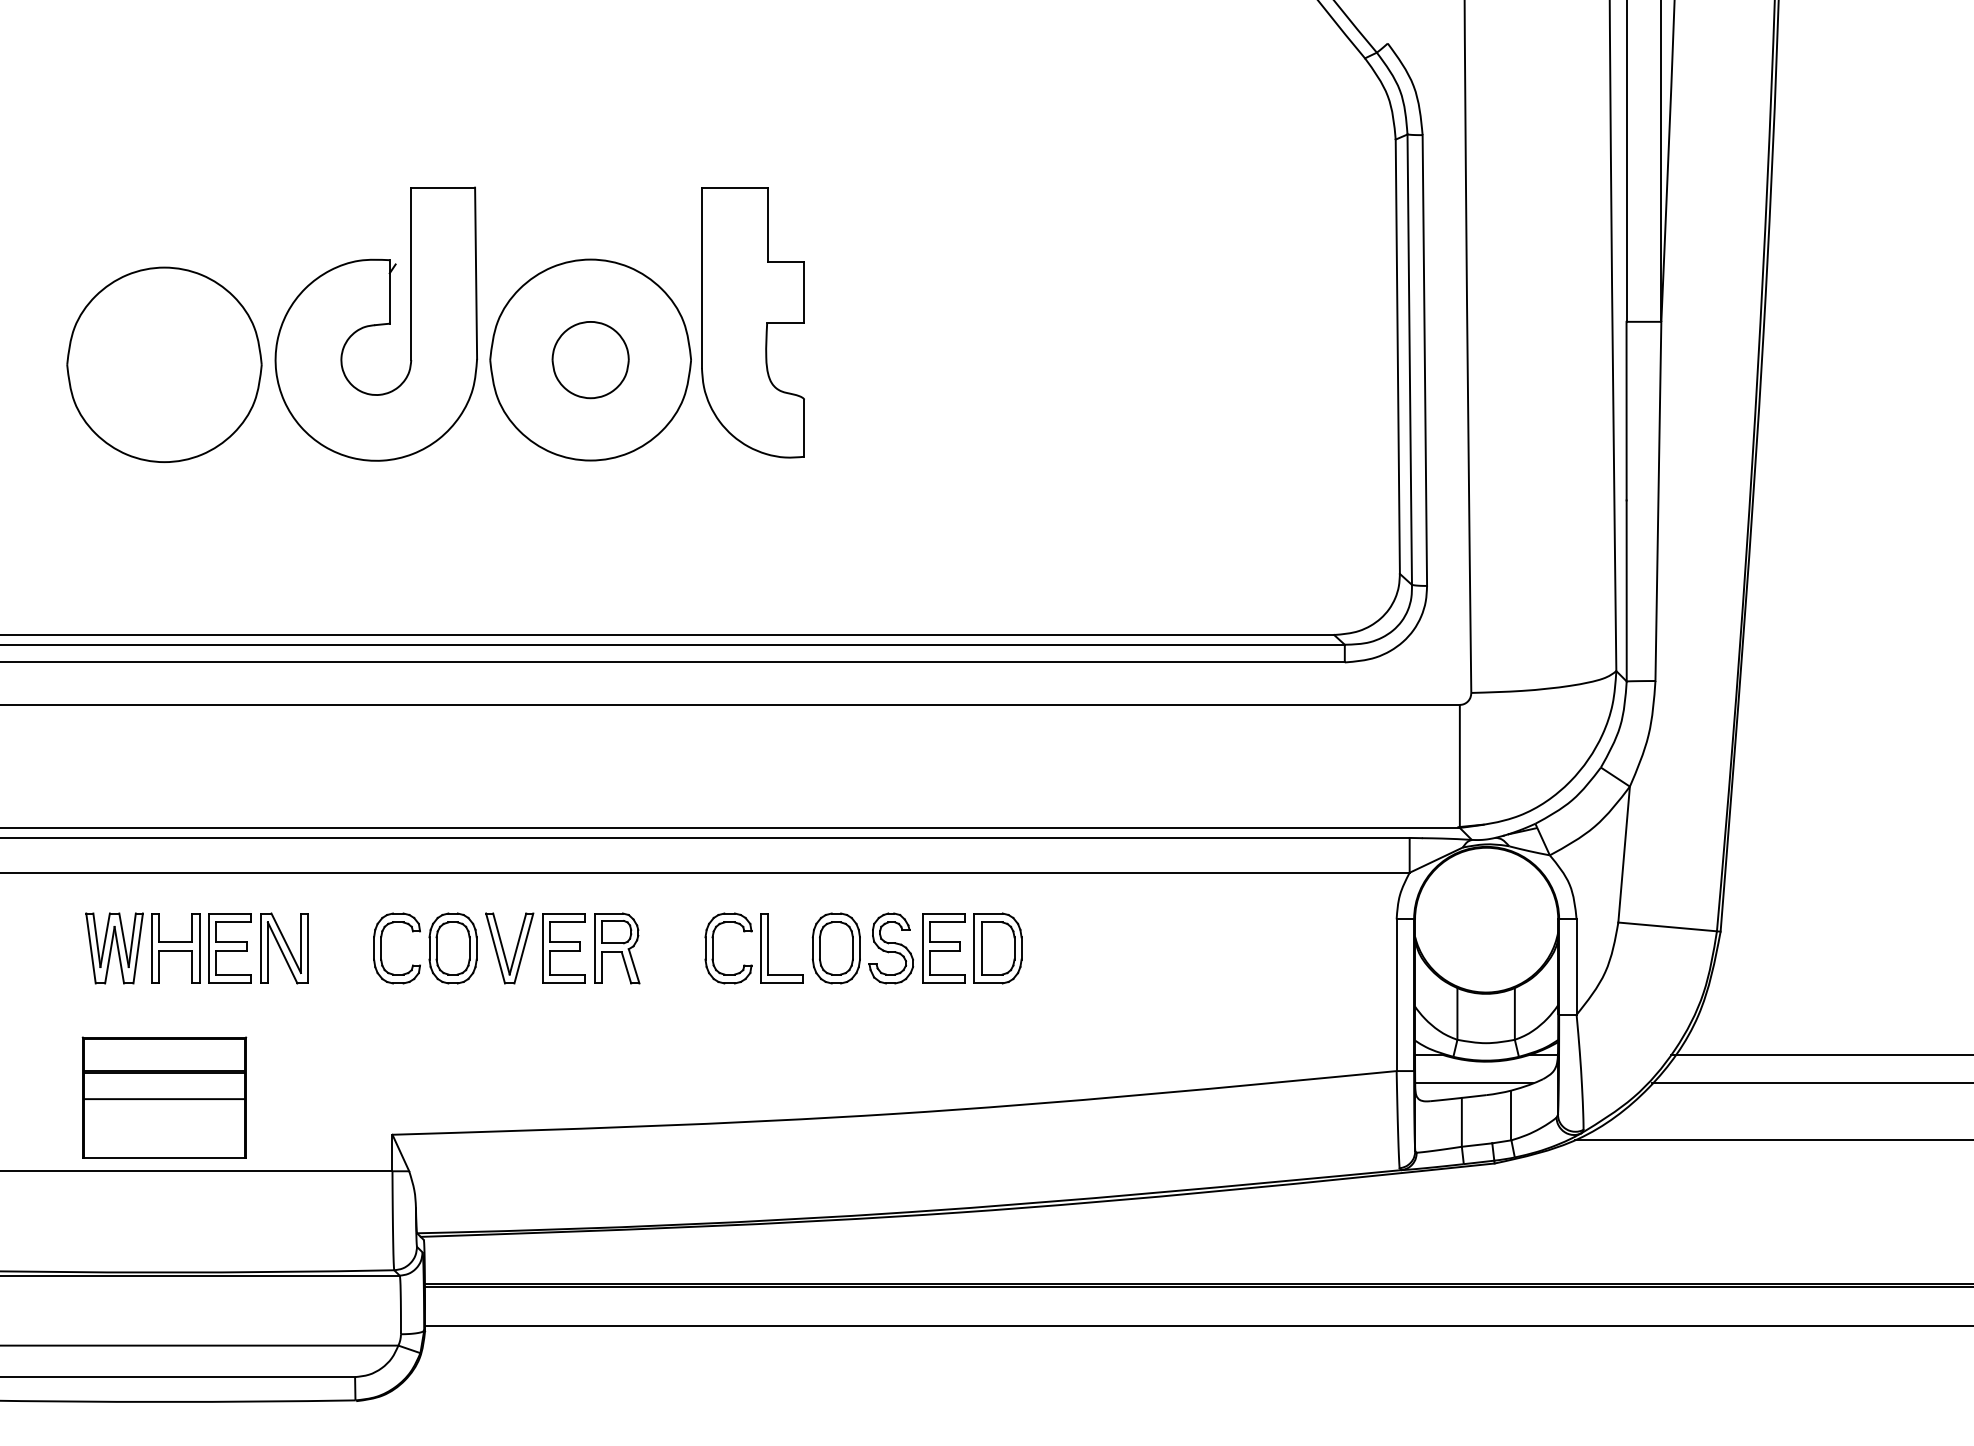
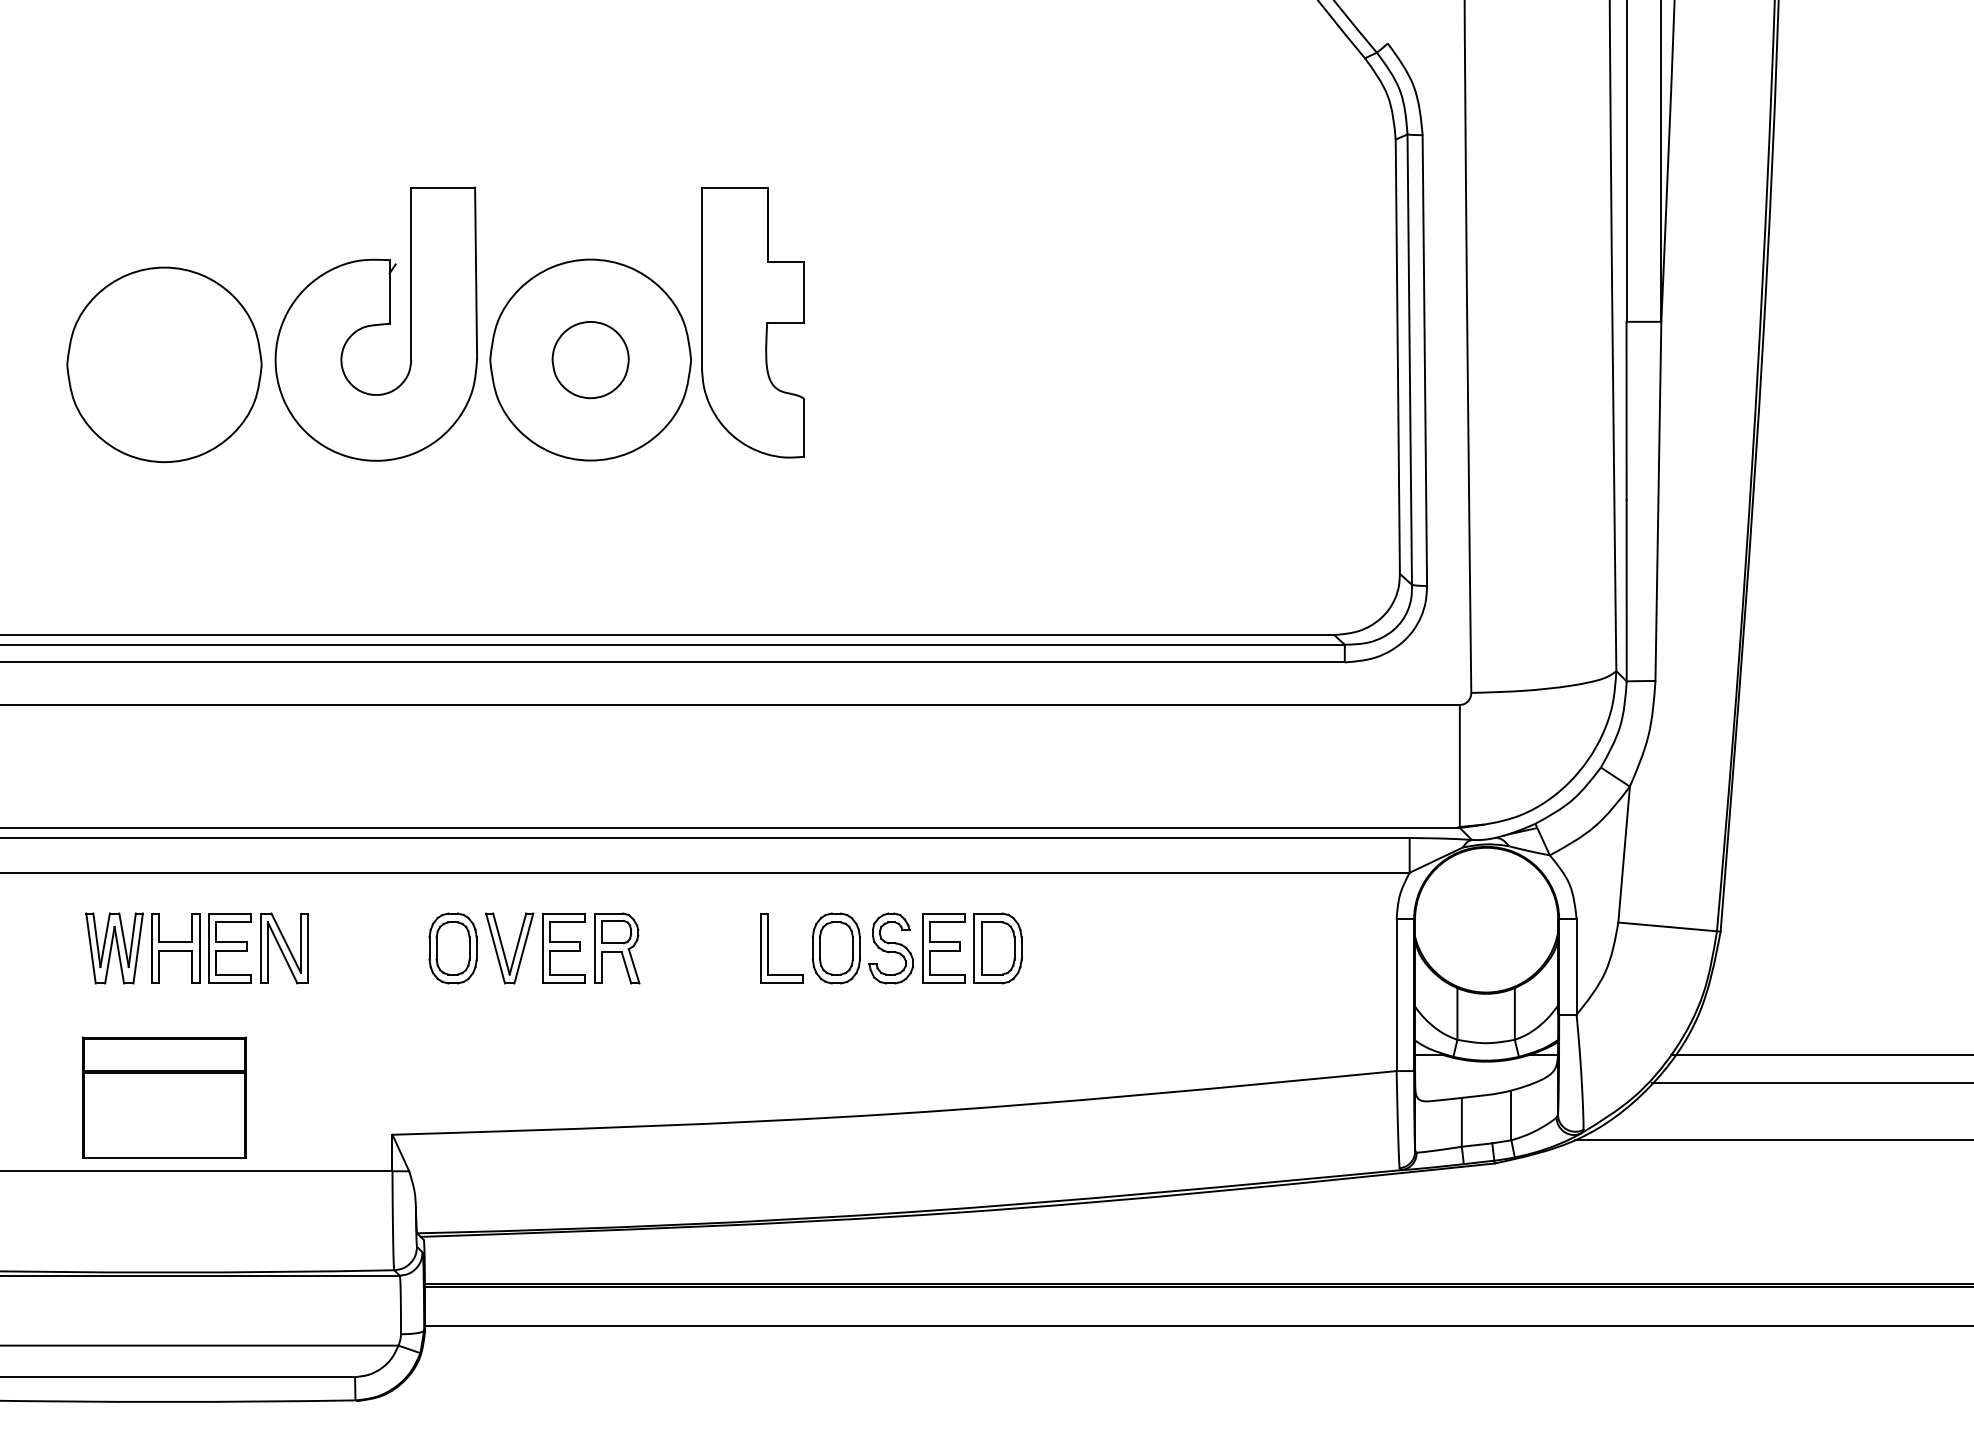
part at (381, 948): present -> none
part at (713, 948): present -> none
line at (1474, 1083): present -> none
line at (164, 1099): present -> none
